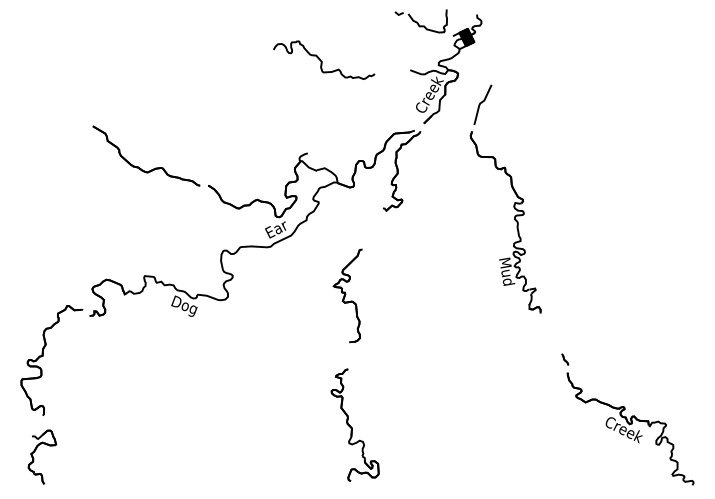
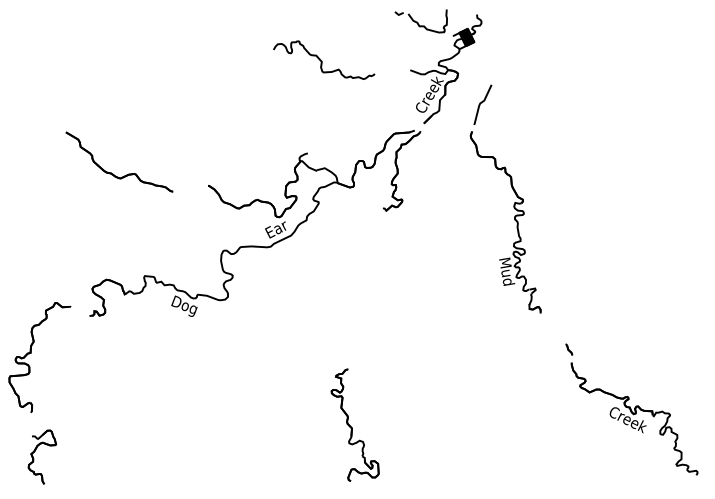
part at (140, 167) position: (140, 167) -> (113, 173)
part at (347, 295): present -> none
part at (43, 356) position: (43, 356) -> (31, 353)
part at (627, 419) position: (627, 419) -> (631, 409)
